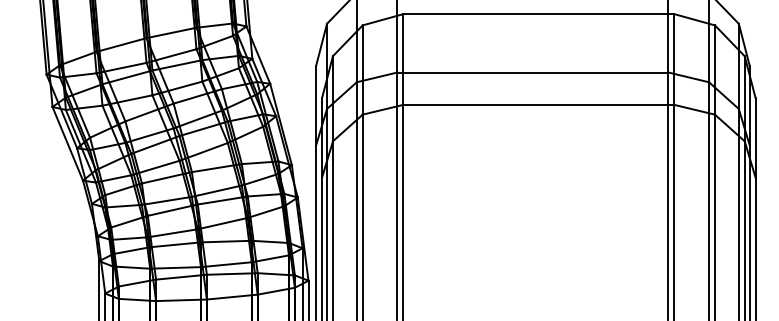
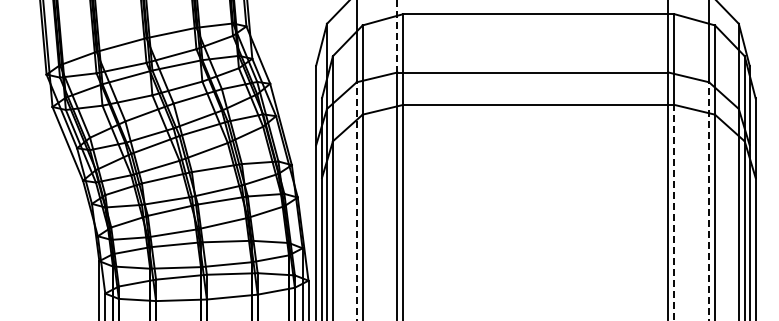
line at (397, 36): solid -> dashed
line at (356, 201): solid -> dashed
line at (709, 201): solid -> dashed
line at (674, 212): solid -> dashed
